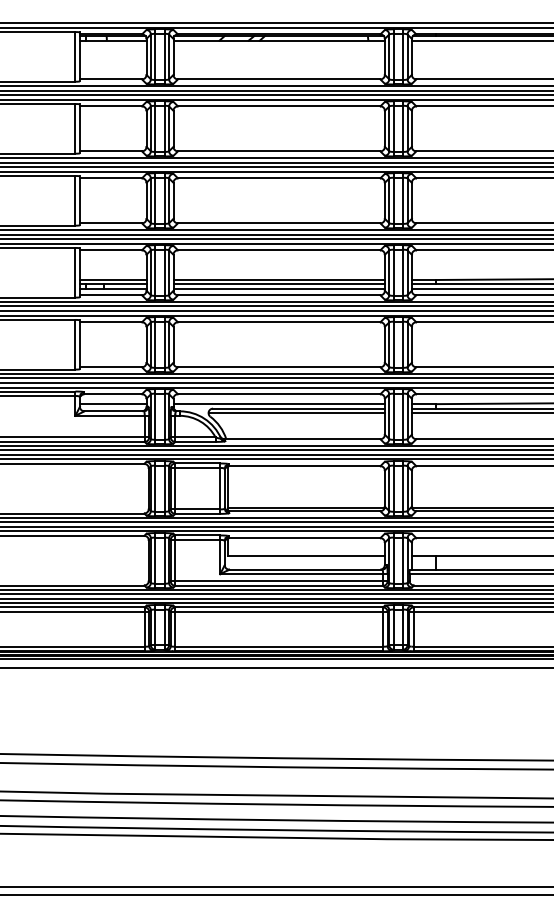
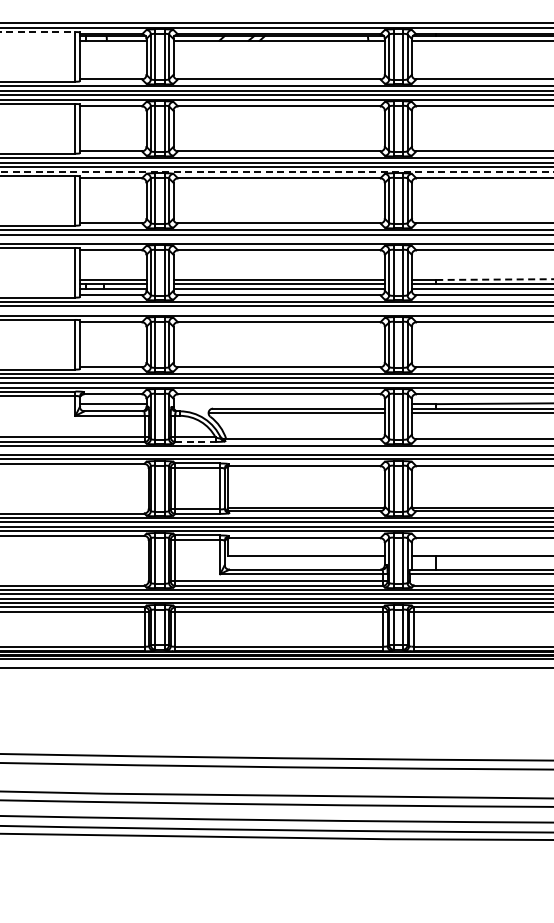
line at (38, 32): solid -> dashed
line at (277, 171): solid -> dashed
line at (276, 239): present -> none
line at (494, 279): solid -> dashed
line at (276, 311): present -> none
line at (278, 404): present -> none
line at (195, 441): solid -> dashed
line at (276, 450): present -> none
line at (276, 887): present -> none
line at (276, 895): present -> none
